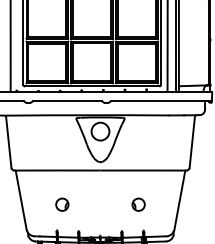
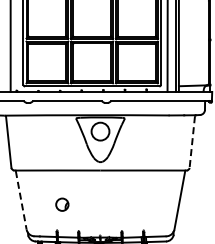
line at (192, 142): solid -> dashed
line at (21, 200): solid -> dashed
part at (138, 204): present -> none
